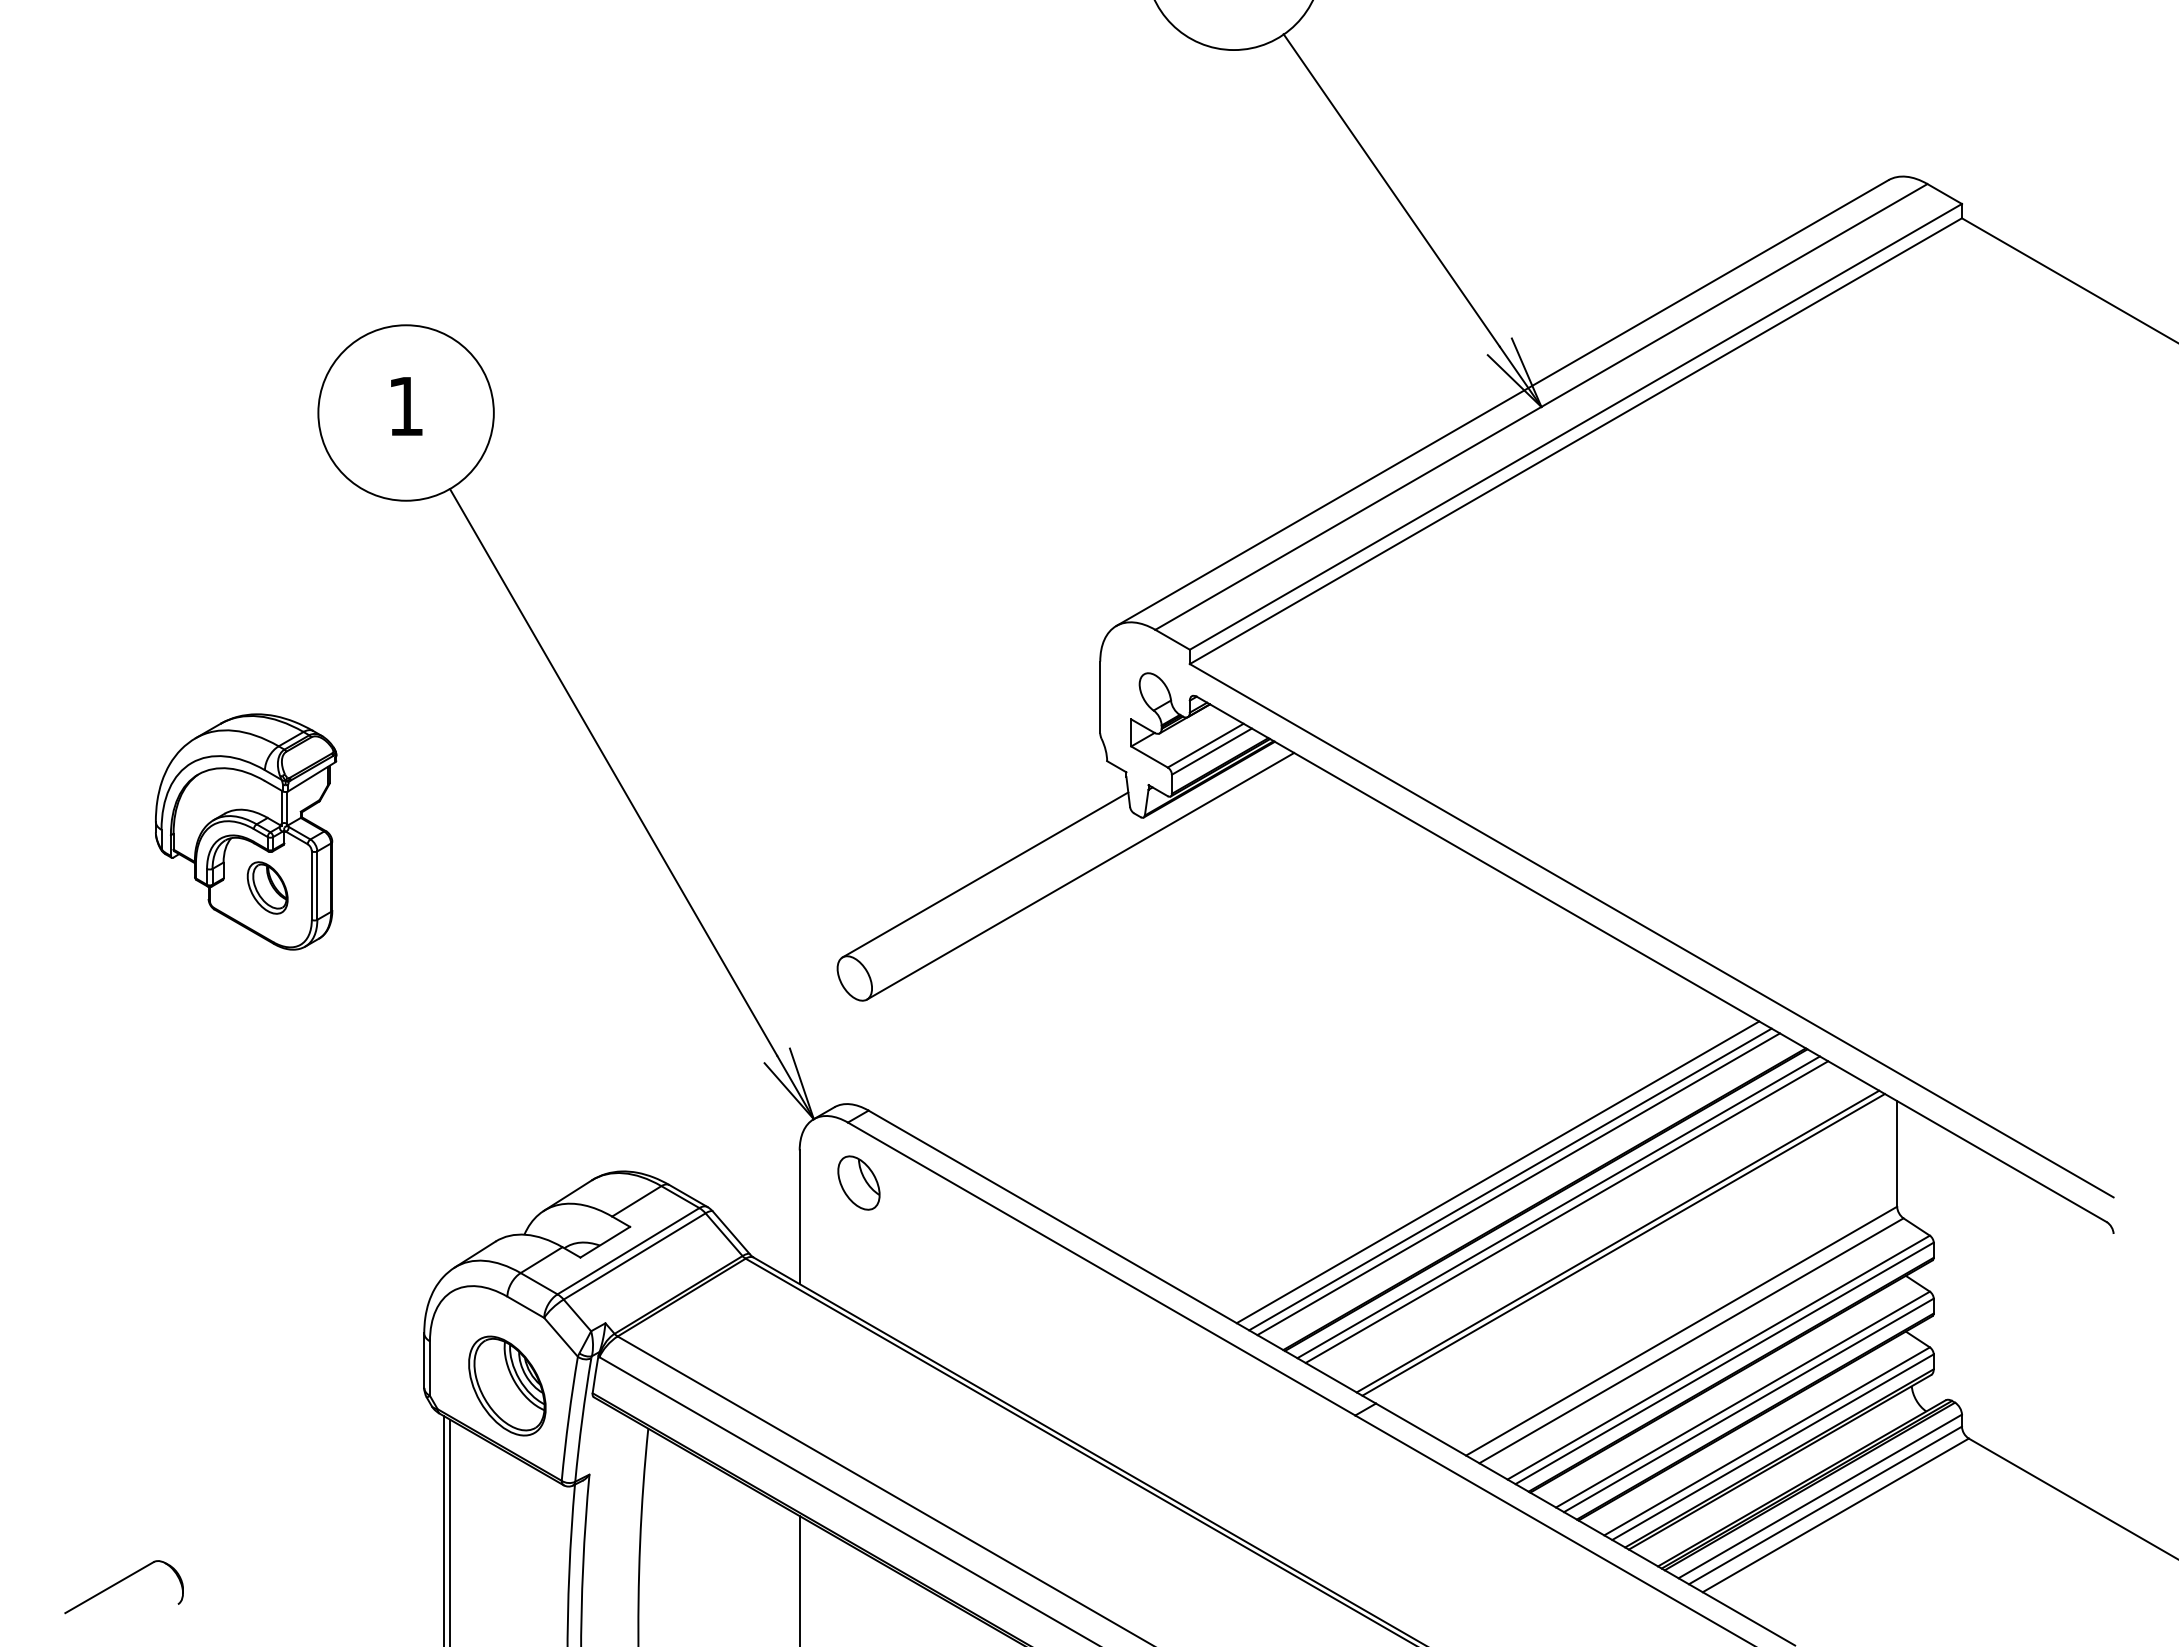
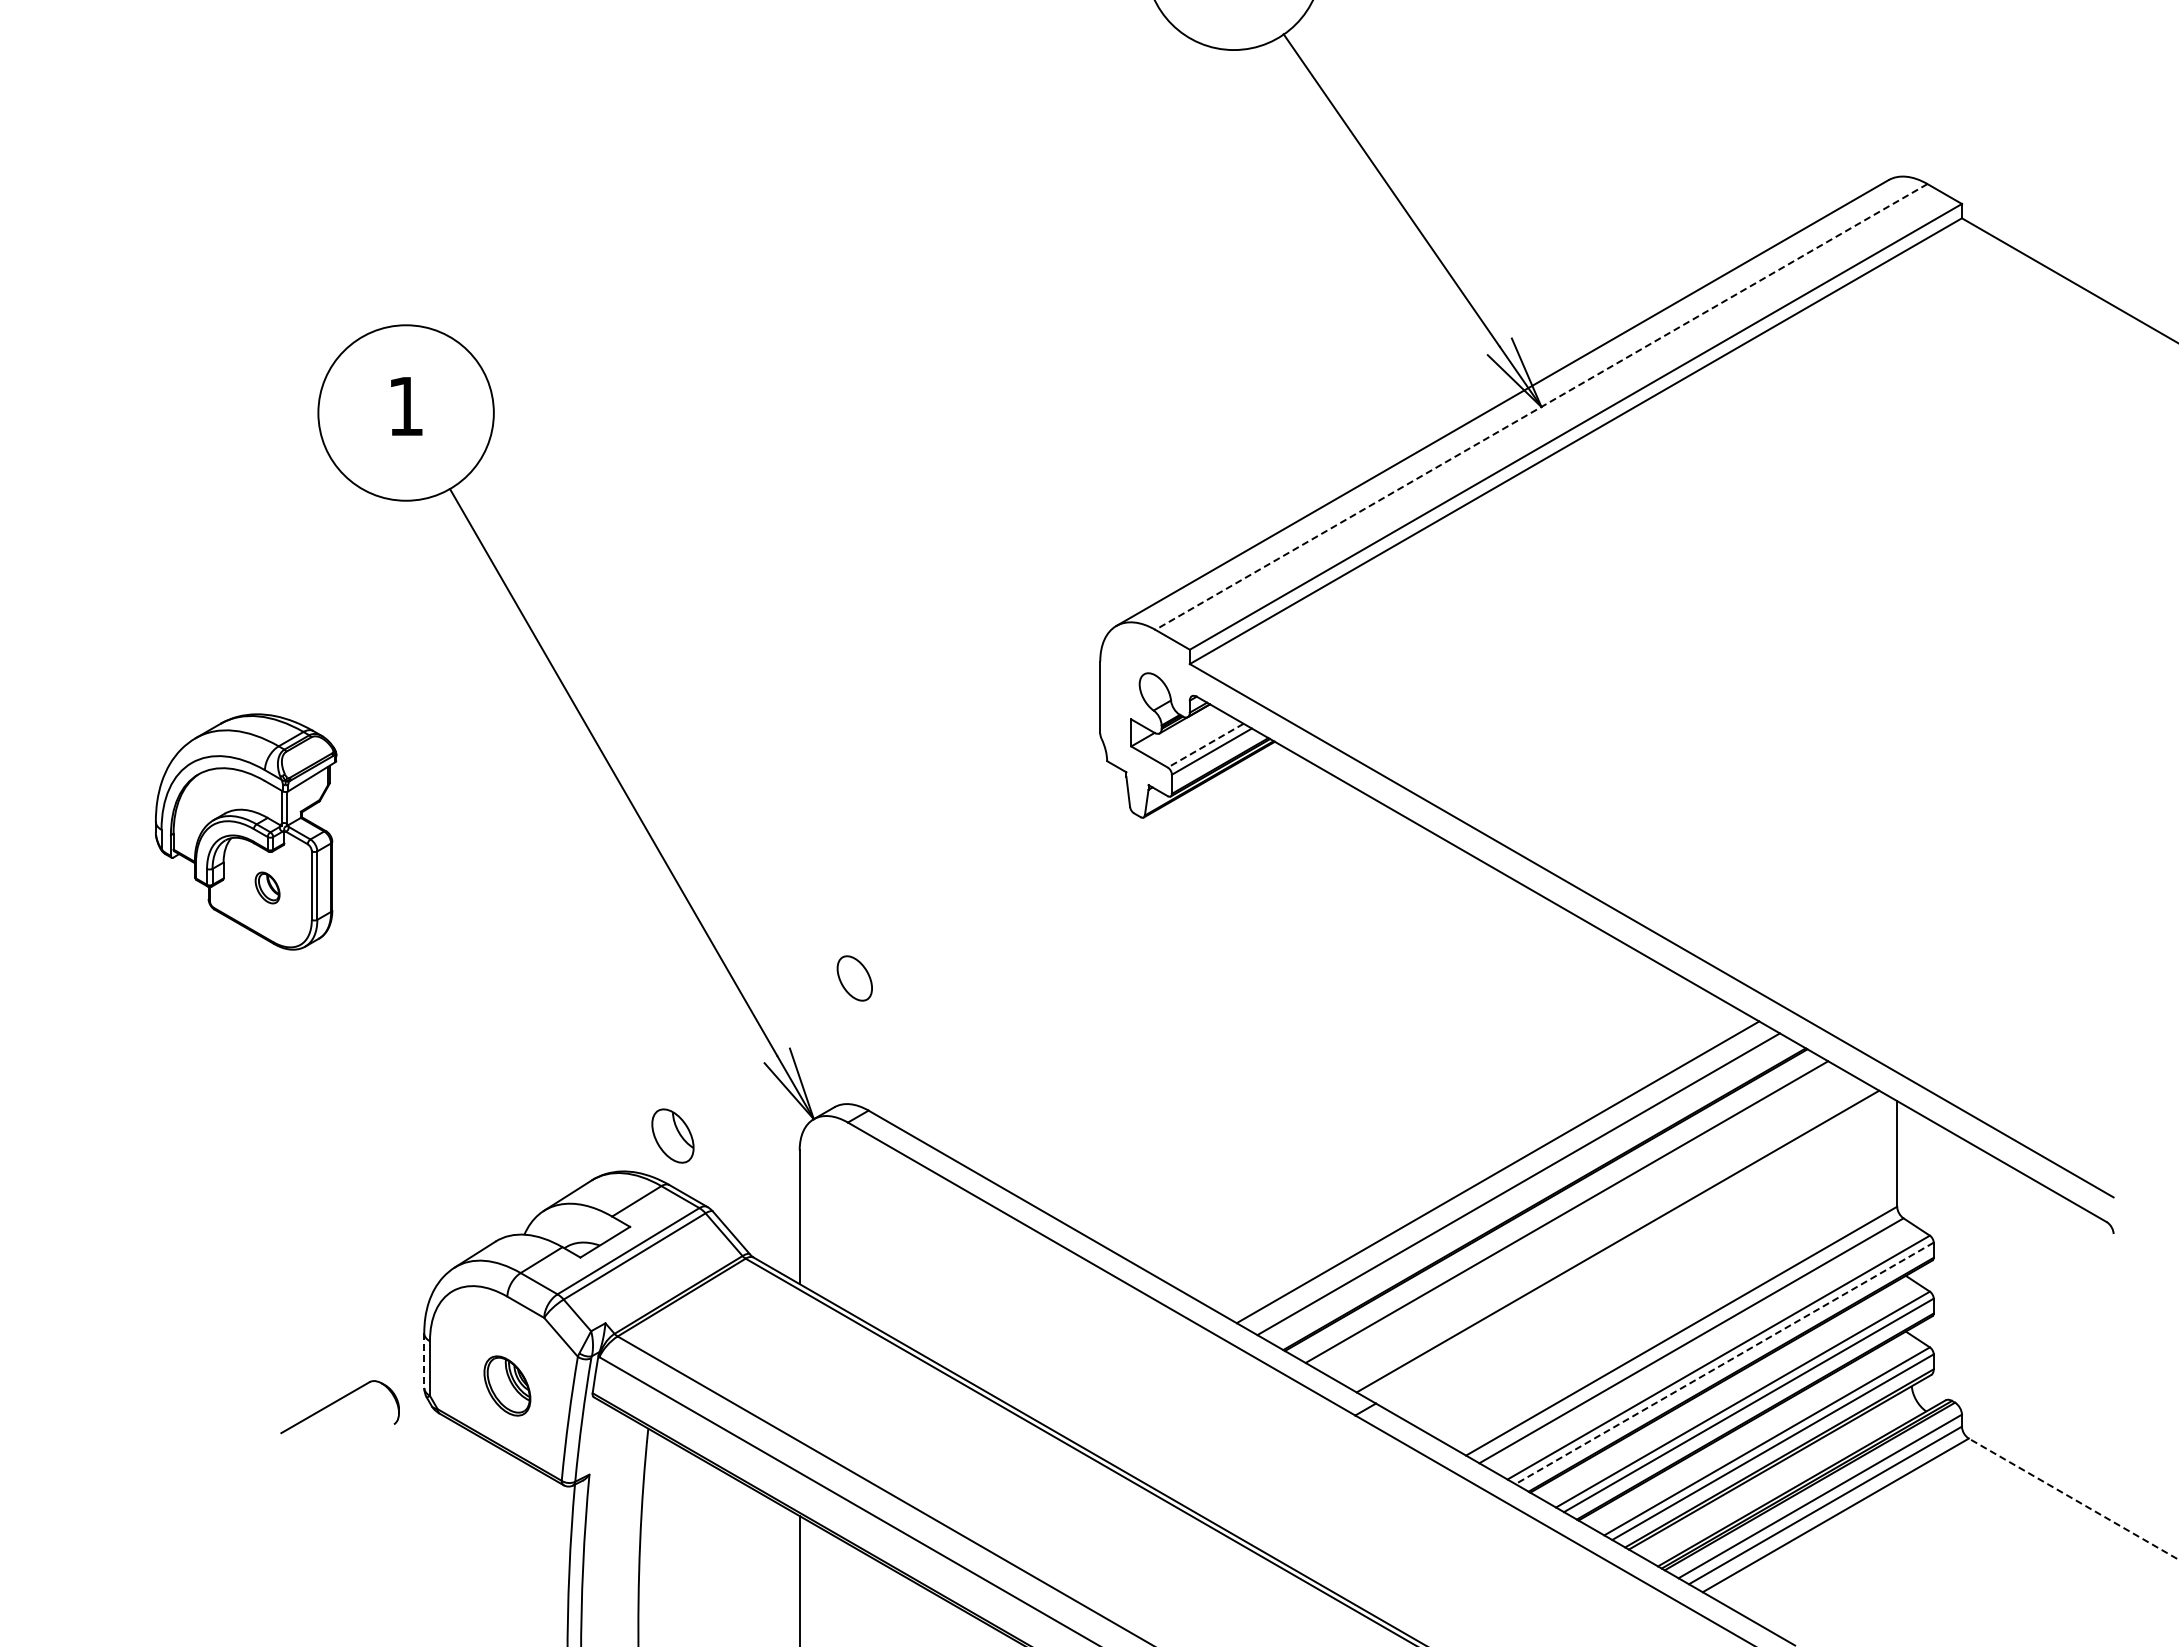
line at (1541, 406): solid -> dashed
line at (1205, 745): solid -> dashed
line at (985, 874): present -> none
line at (1080, 875): present -> none
part at (267, 887) size: 43x54 px -> 27x34 px
line at (1510, 1179): present -> none
part at (858, 1182) position: (858, 1182) -> (672, 1135)
line at (1558, 1207): present -> none
line at (1623, 1244): present -> none
line at (424, 1361): solid -> dashed
line at (1724, 1363): solid -> dashed
part at (507, 1385) size: 79x102 px -> 49x62 px
line at (2073, 1499): solid -> dashed
line at (444, 1529): present -> none
line at (450, 1531): present -> none
part at (123, 1587) position: (123, 1587) -> (339, 1407)
